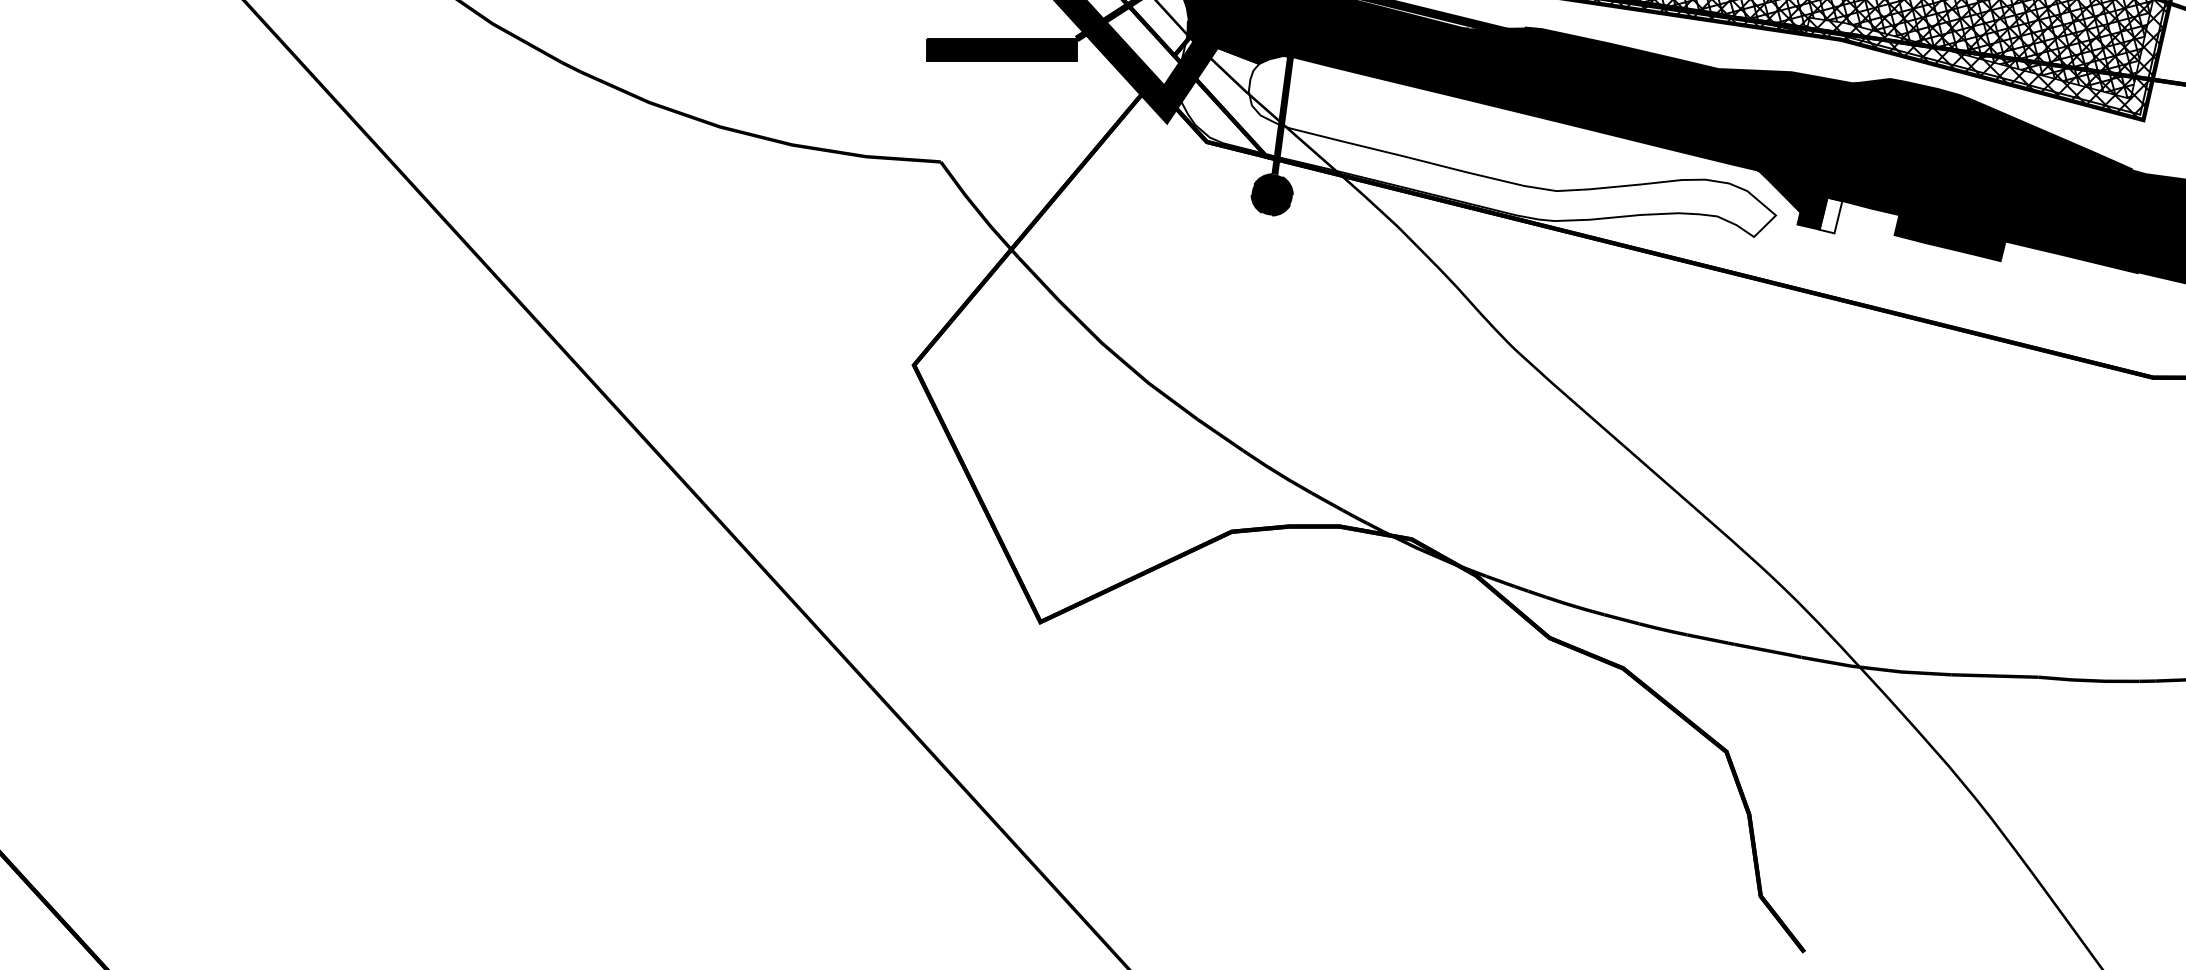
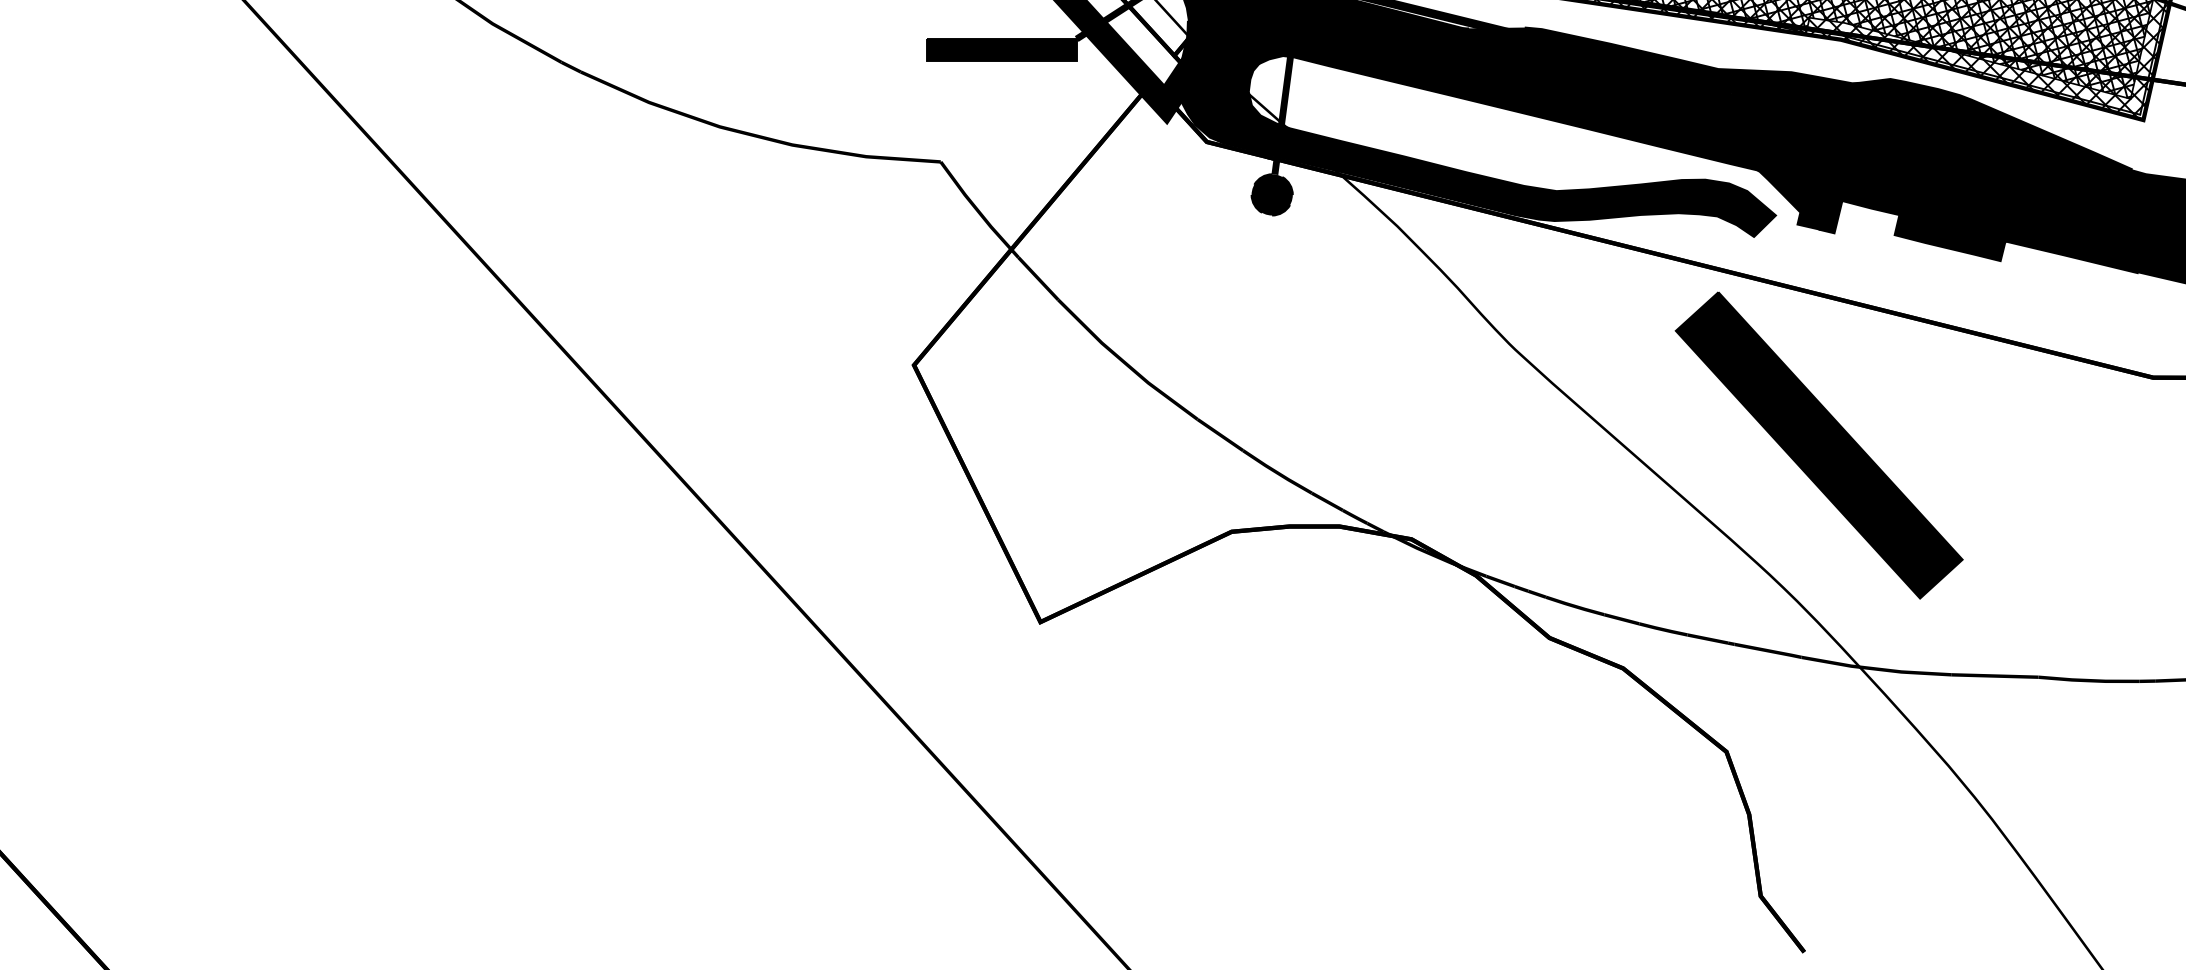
fill at (1476, 136): none -> present
fill at (1830, 215): none -> present
part at (1818, 445): none -> present
